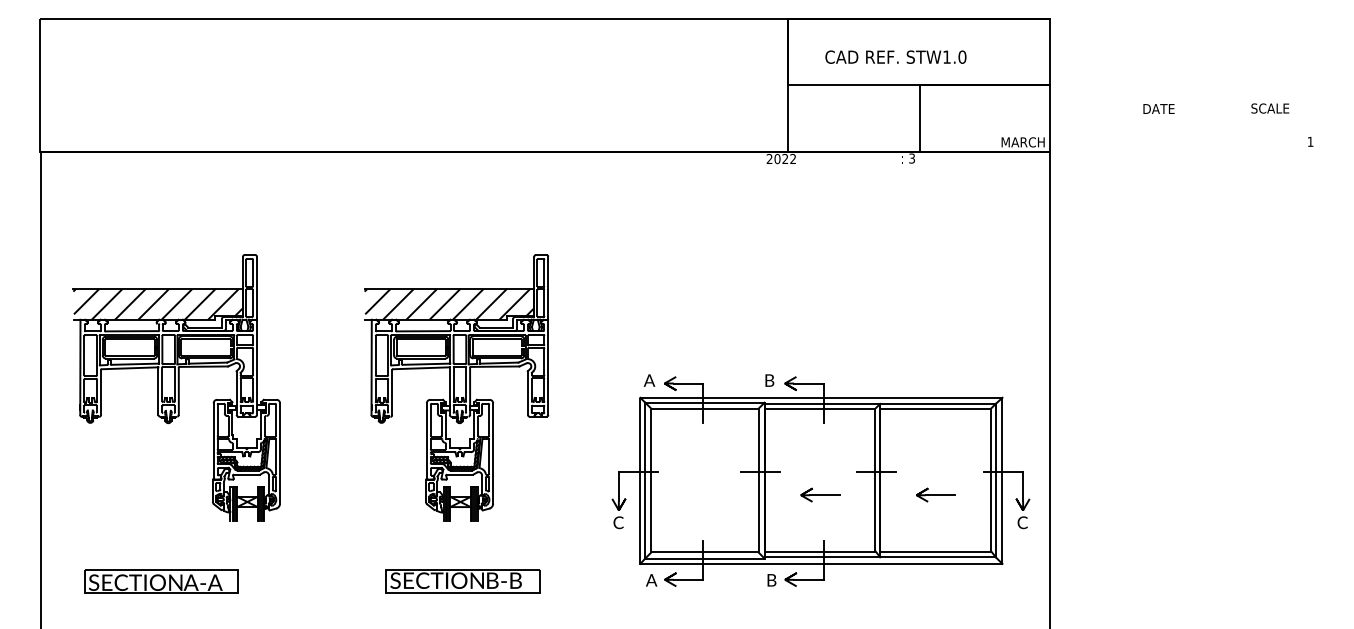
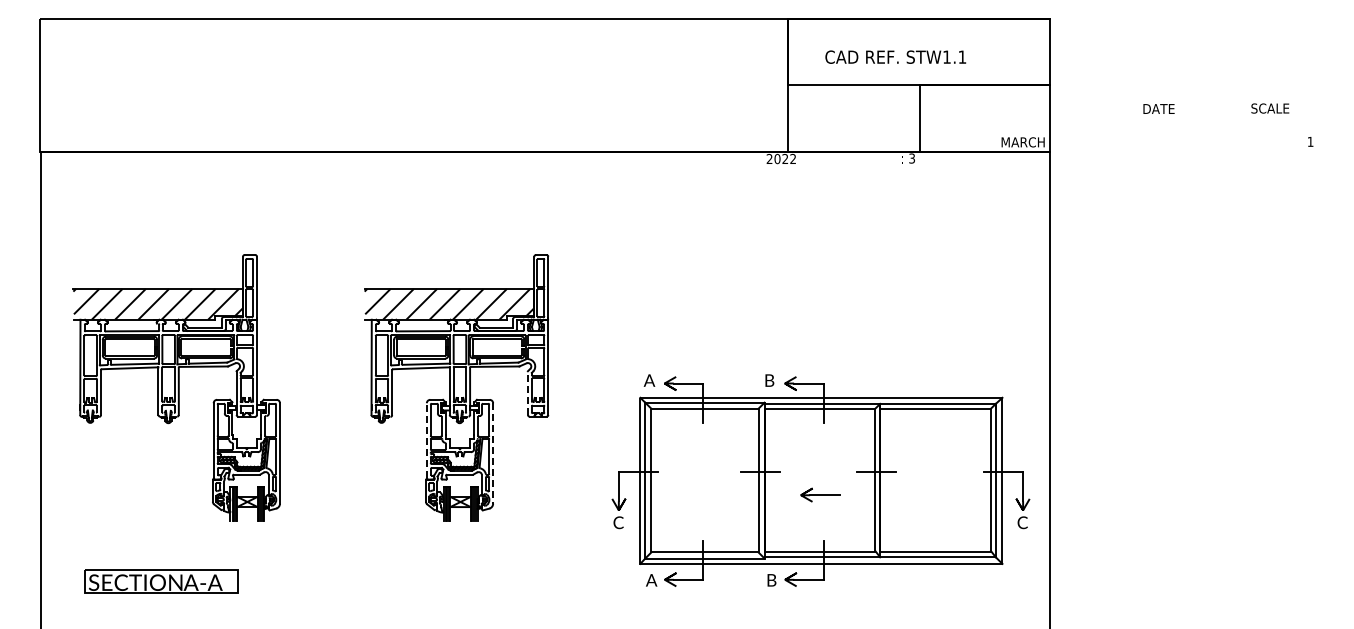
text at (962, 56): STW1.0 -> STW1.1
line at (527, 393): solid -> dashed
line at (426, 440): solid -> dashed
line at (493, 453): solid -> dashed
part at (935, 494): present -> none
part at (462, 581): present -> none
